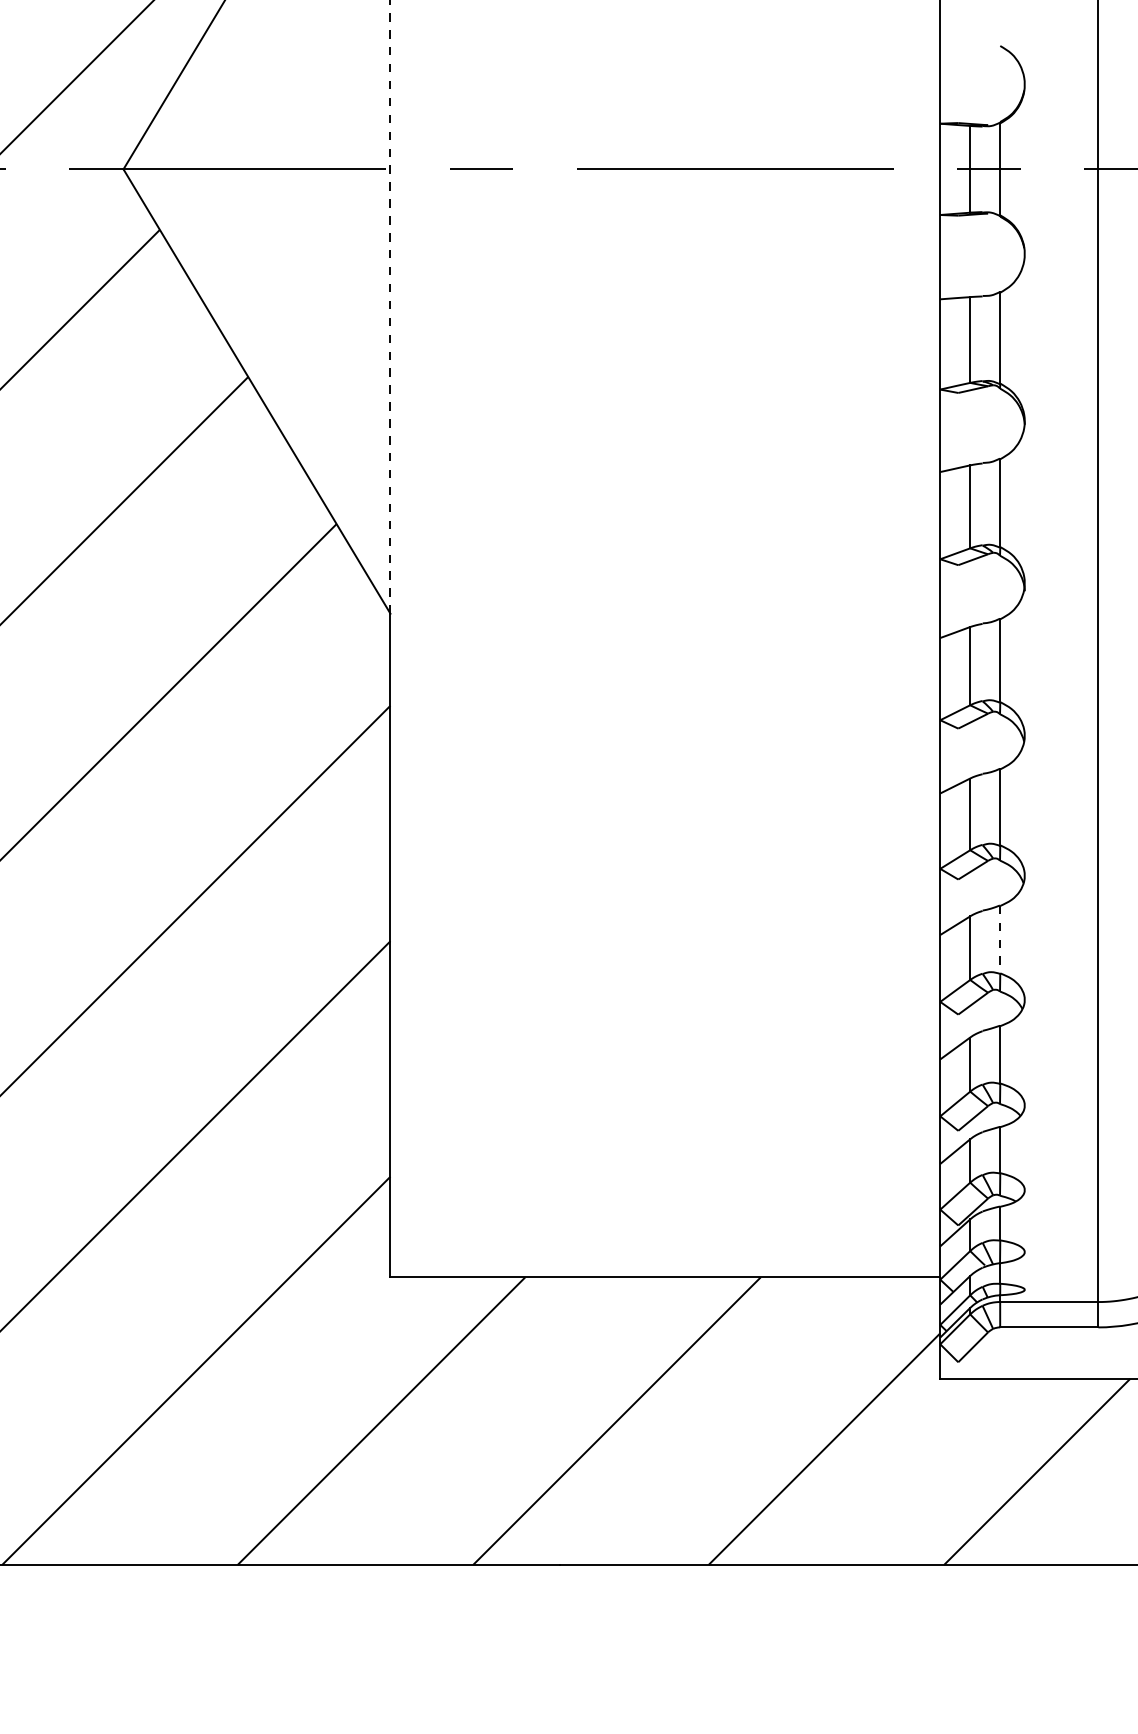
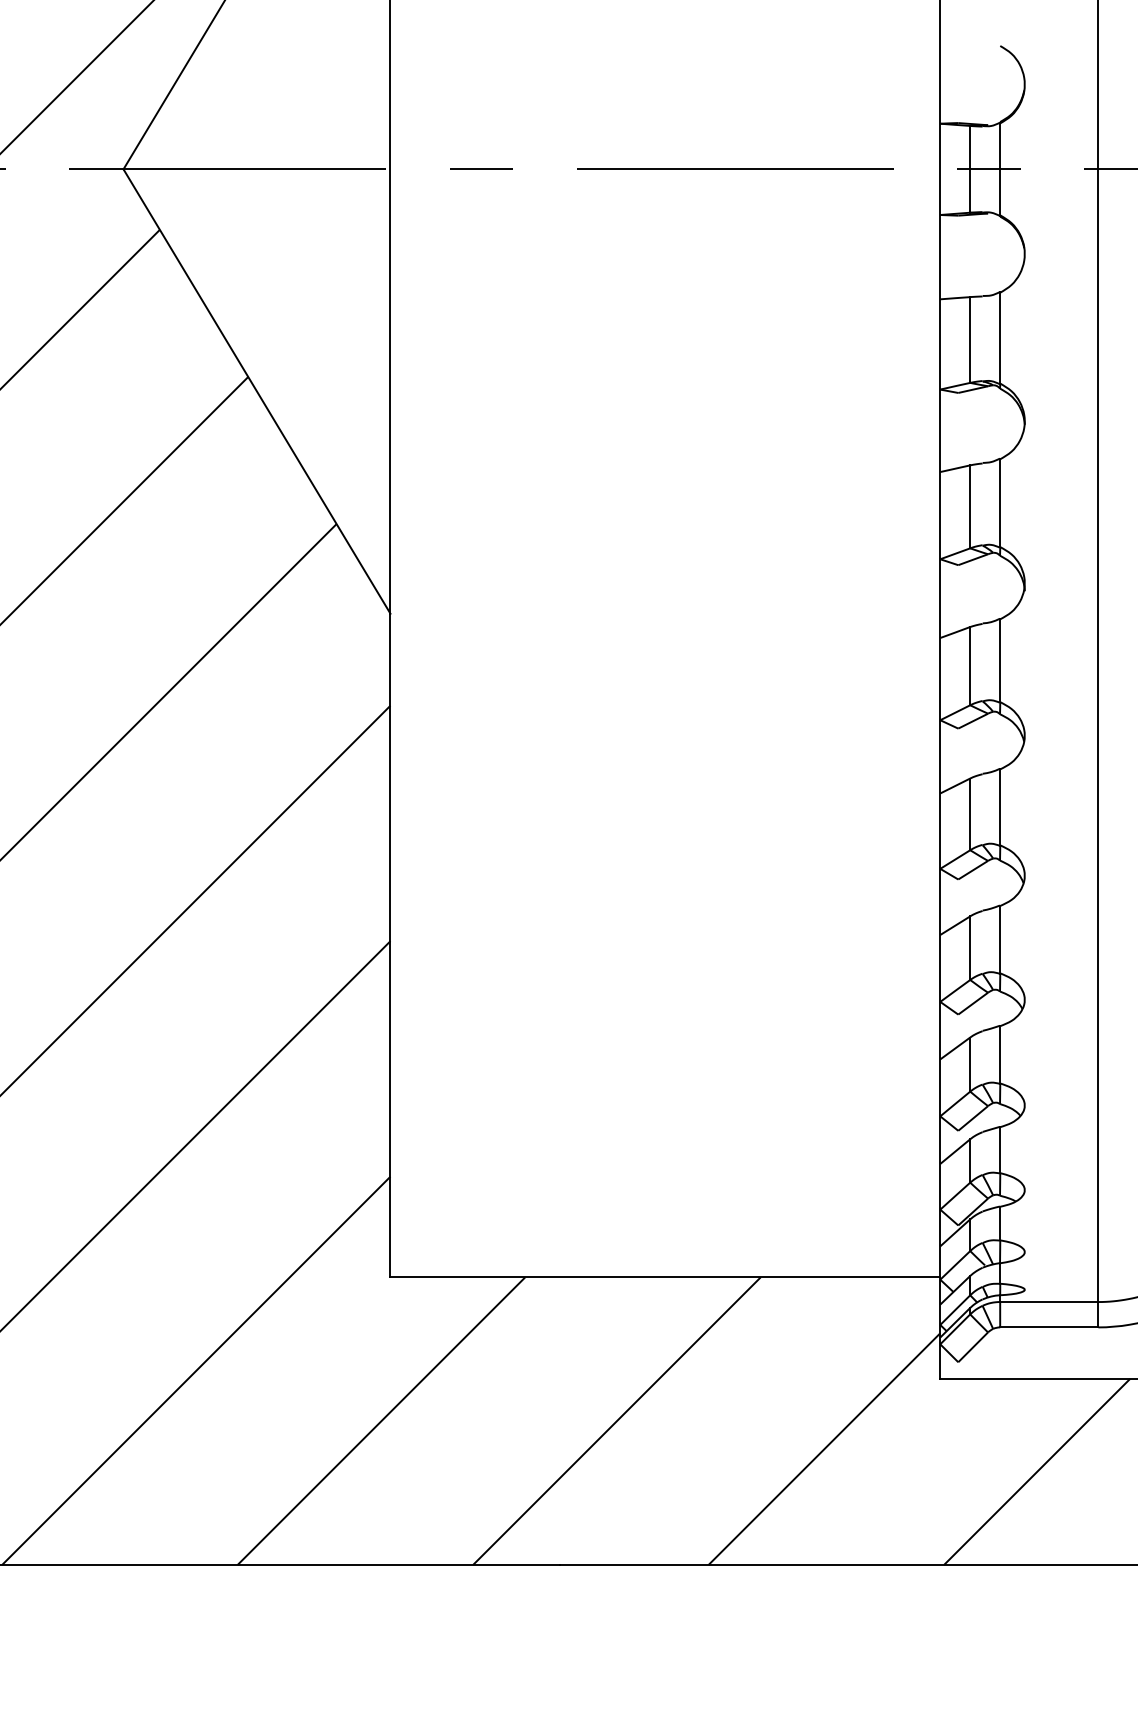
line at (390, 306): dashed -> solid
line at (1000, 939): dashed -> solid
